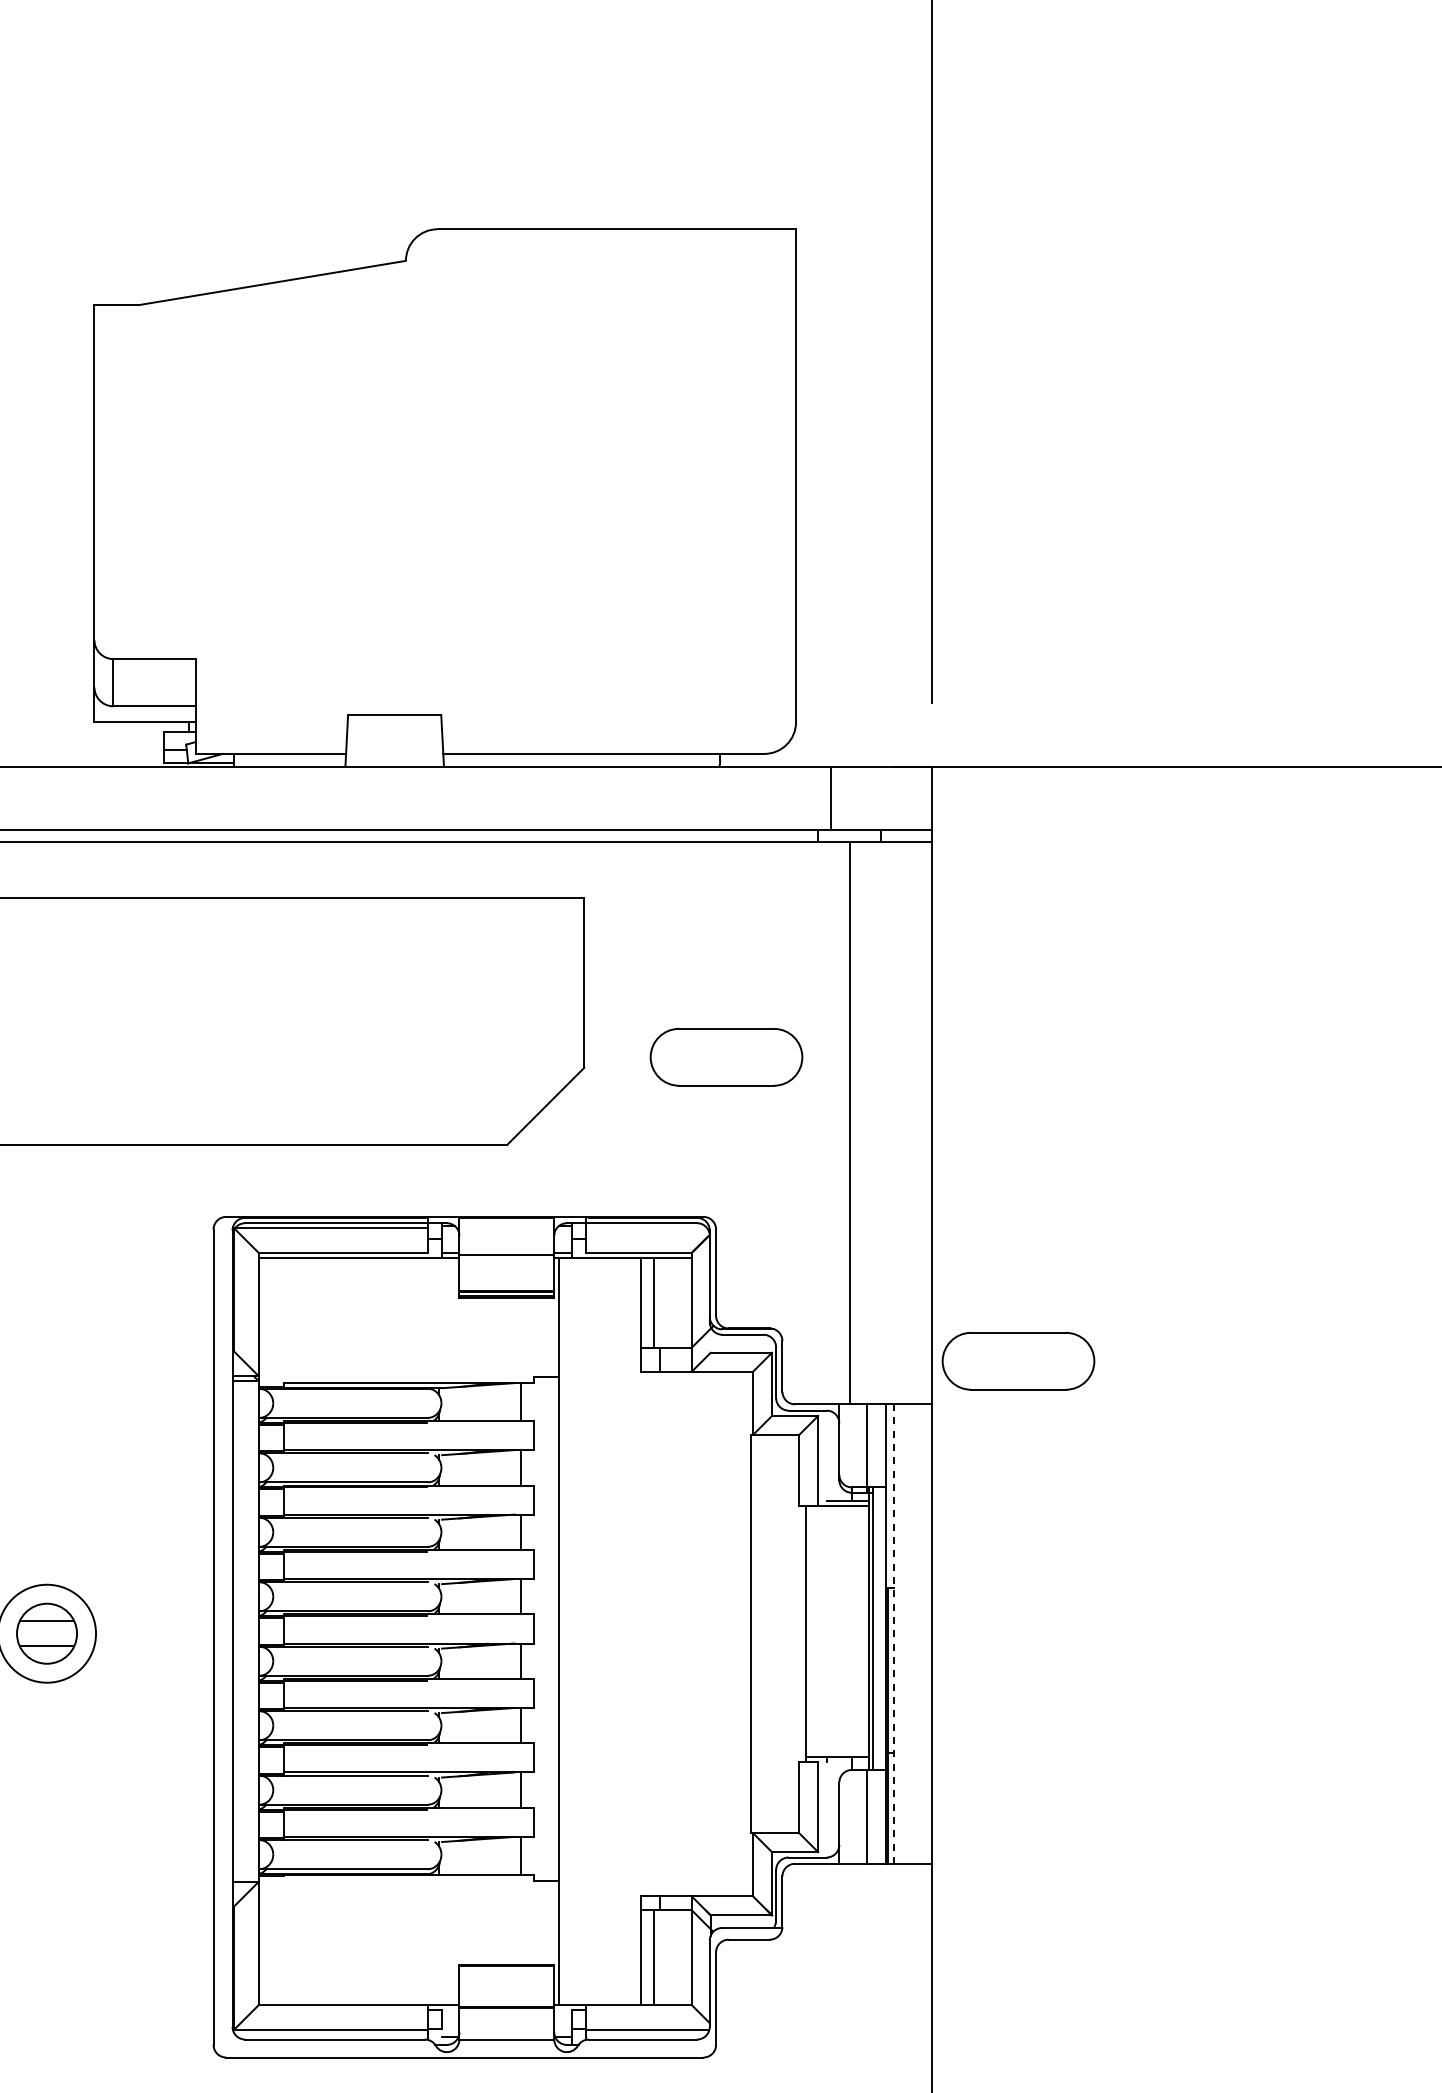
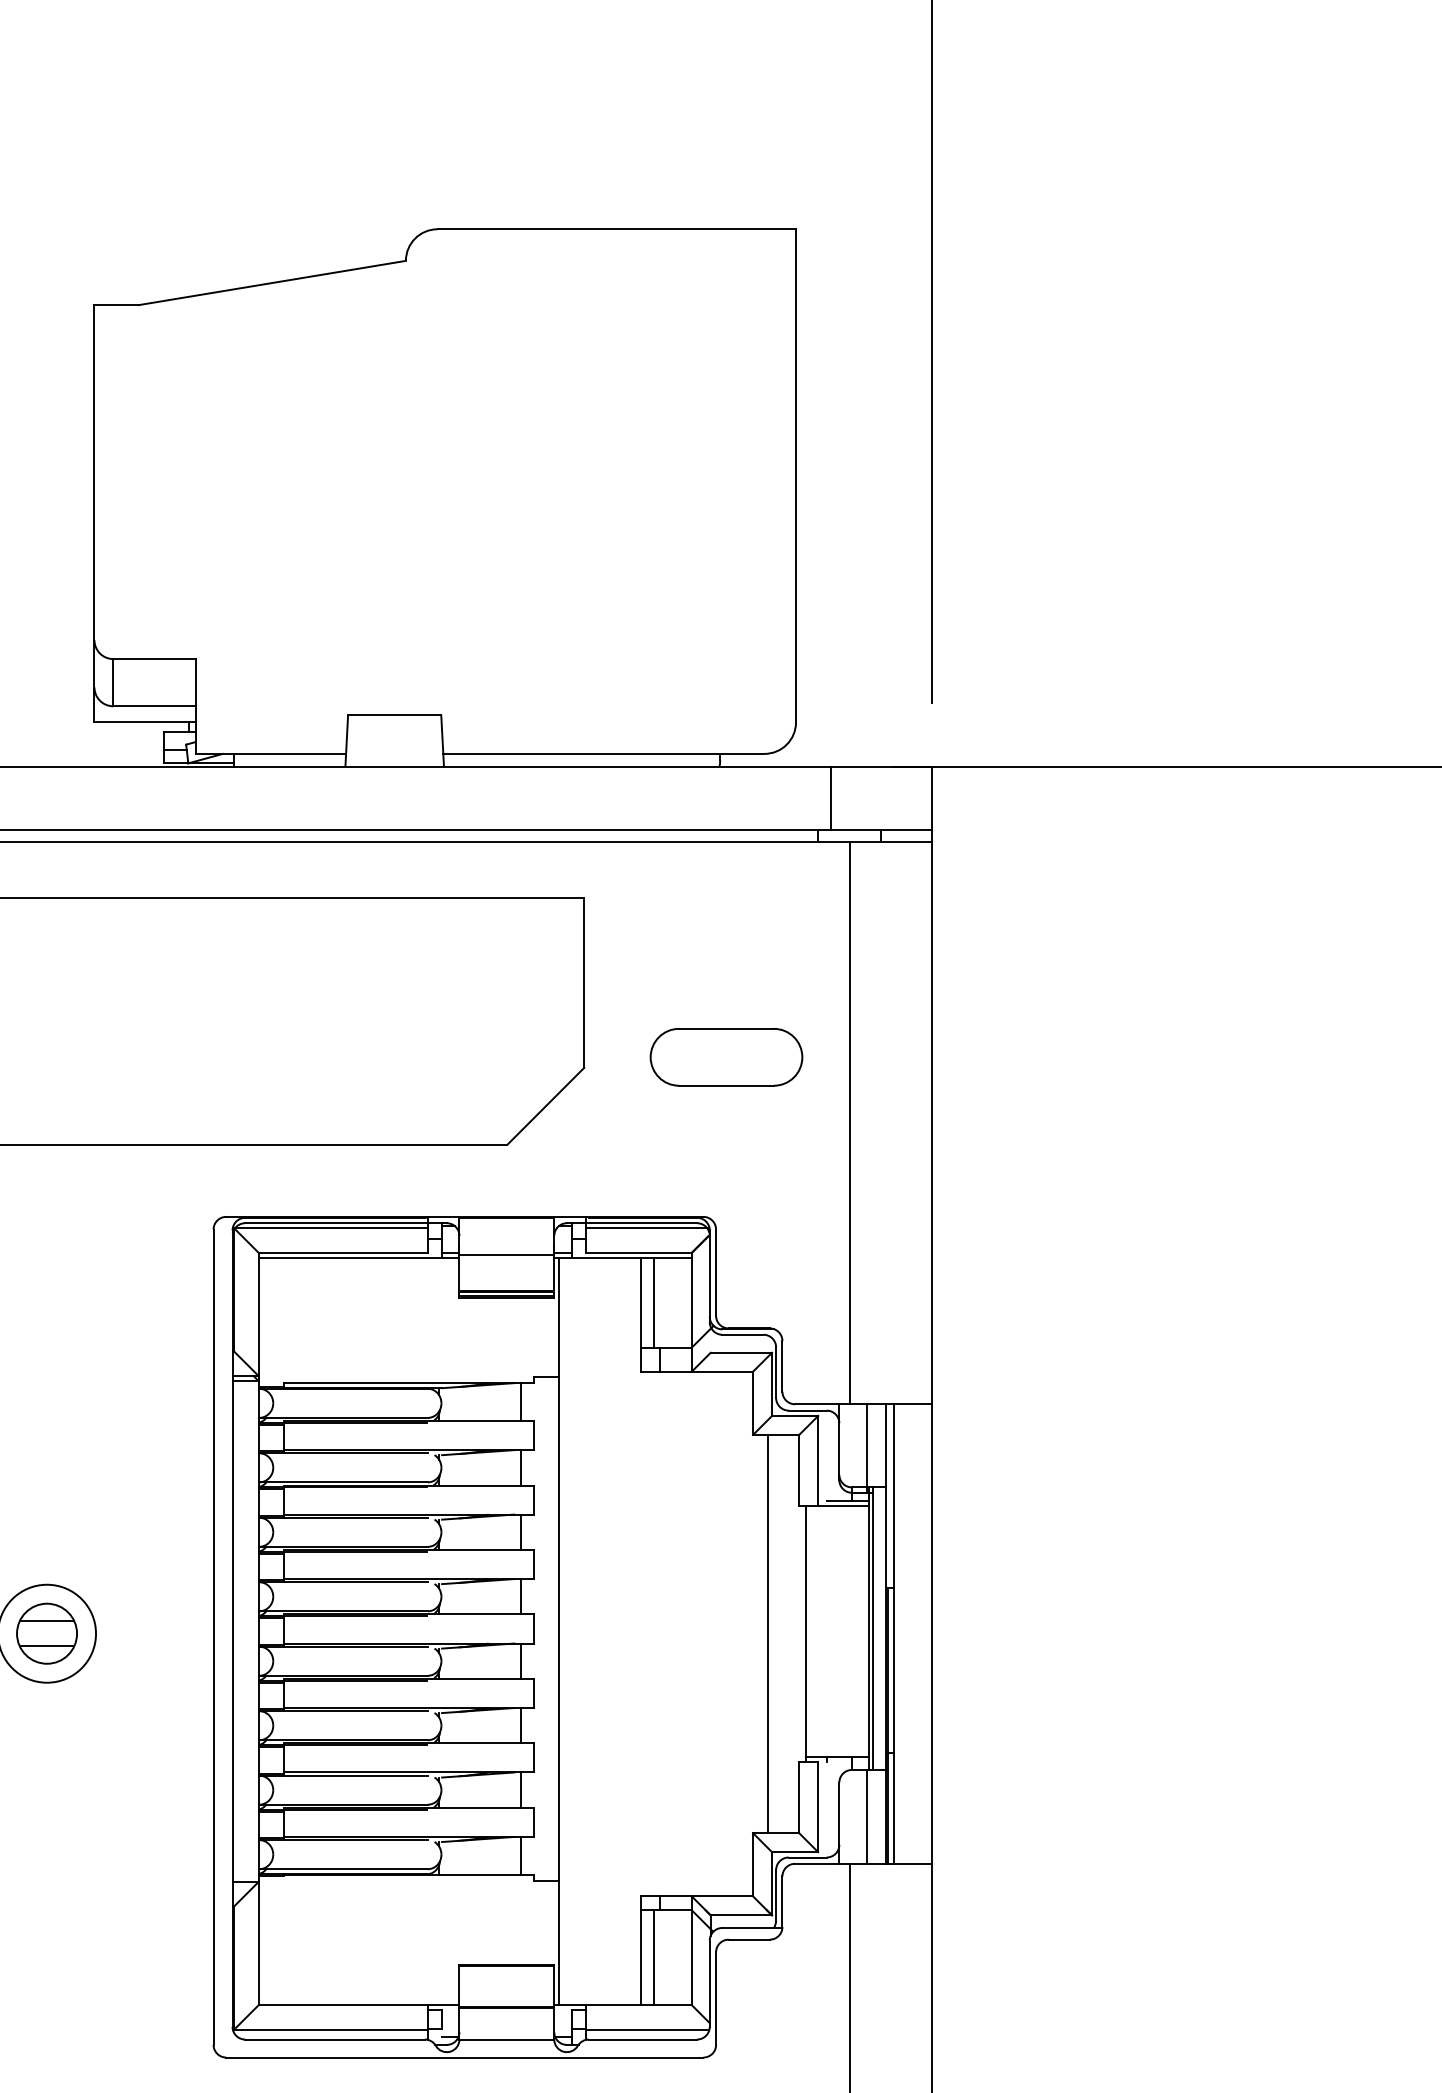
line at (647, 1227): none -> present
part at (1018, 1361): present -> none
line at (750, 1633) position: (750, 1633) -> (767, 1633)
line at (894, 1634): dashed -> solid
line at (849, 1976): none -> present
